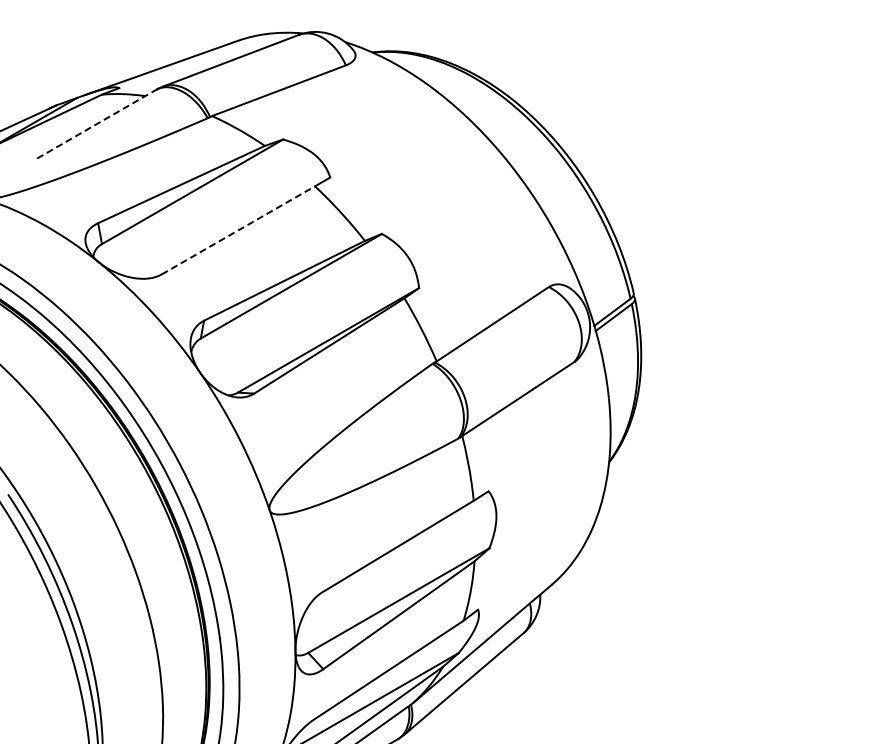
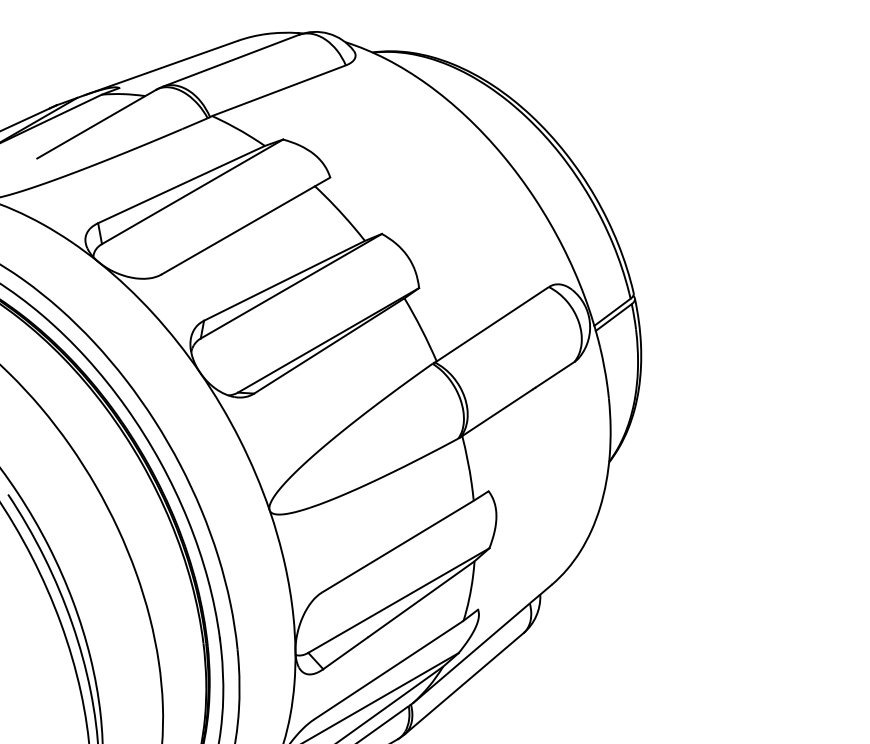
line at (97, 124): dashed -> solid
line at (238, 230): dashed -> solid
